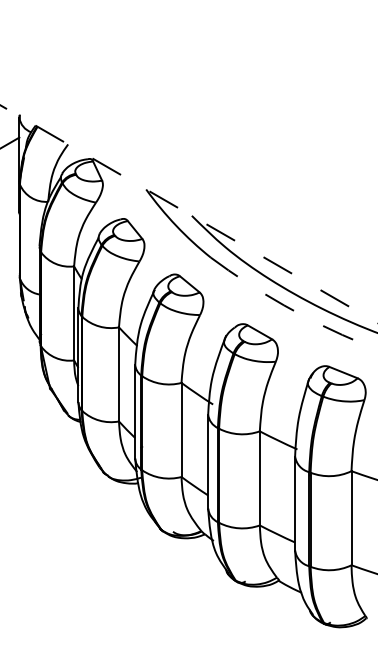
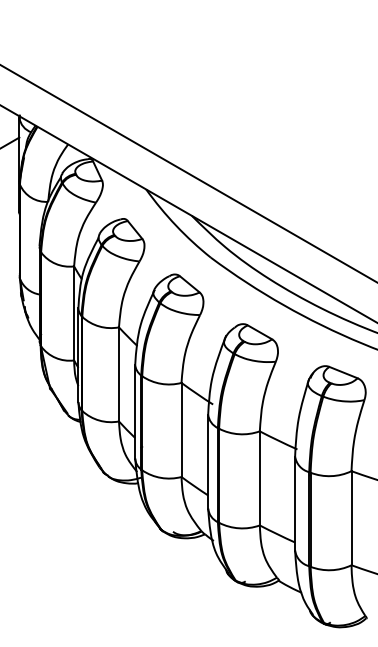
line at (188, 173): none -> present
line at (188, 214): dashed -> solid
arc at (291, 309): dashed -> solid
